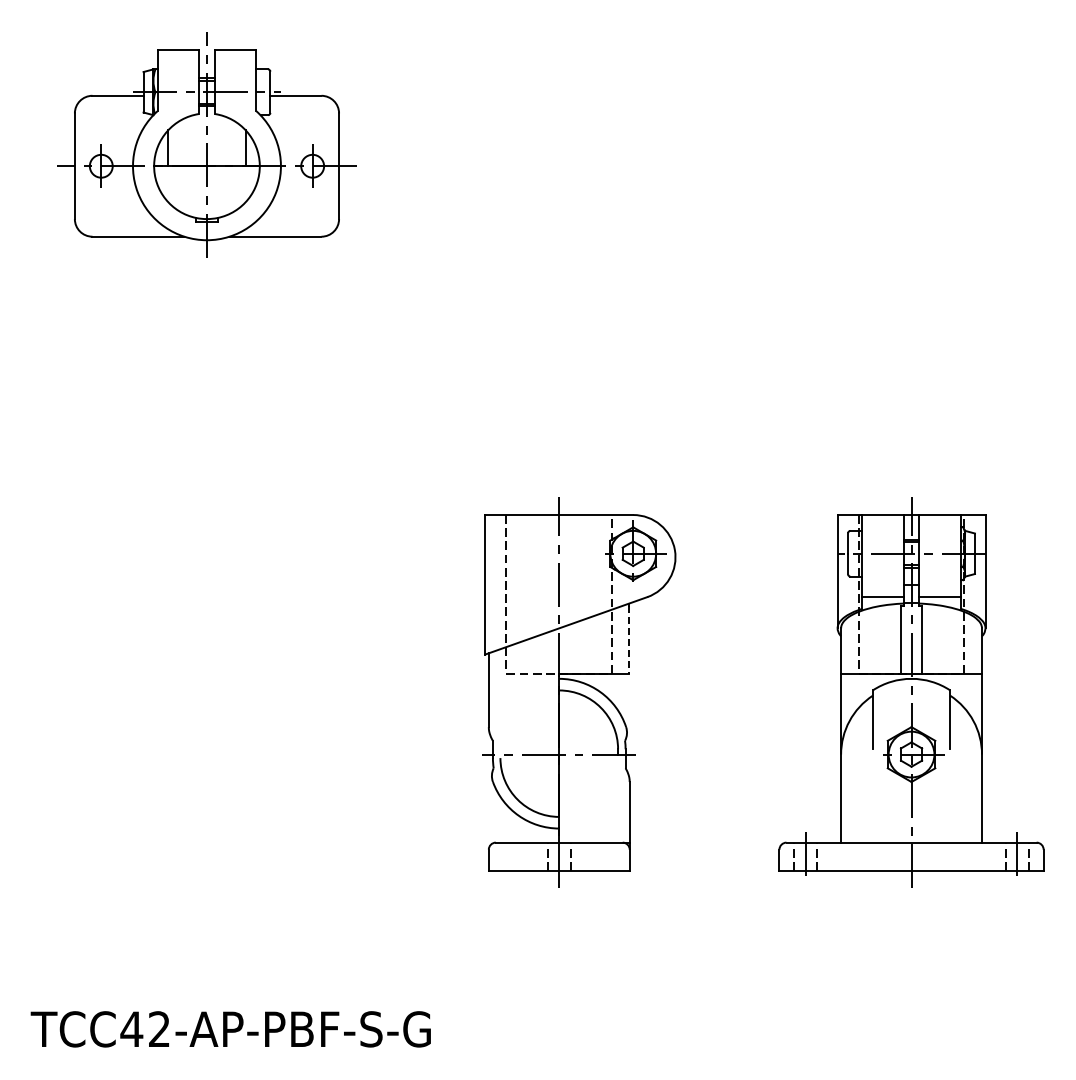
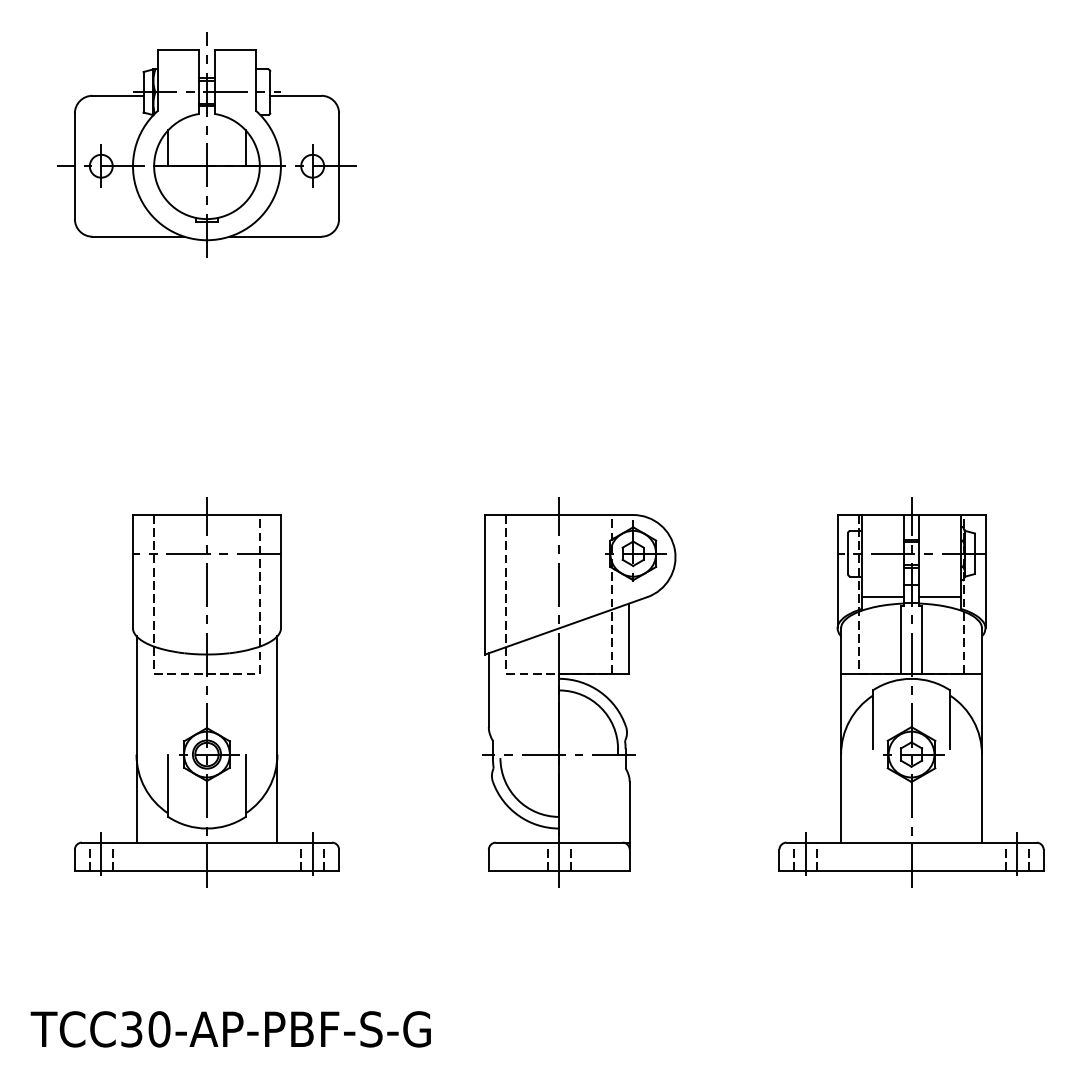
line at (628, 639): dashed -> solid
part at (206, 692): none -> present
text at (145, 1029): TCC42-AP-PBF-S-G -> TCC30-AP-PBF-S-G
